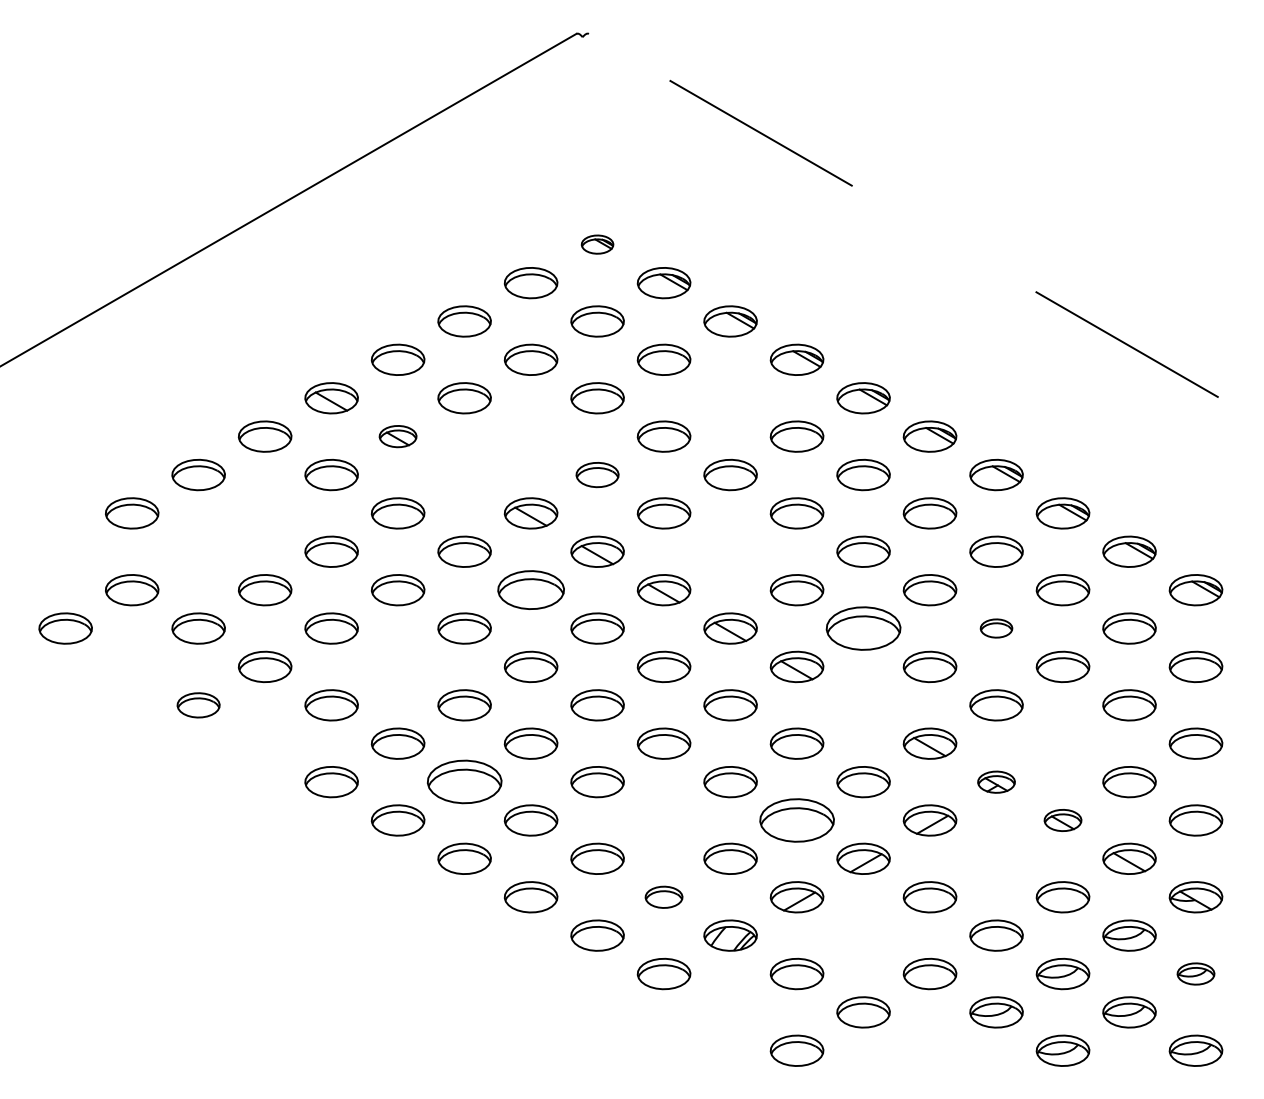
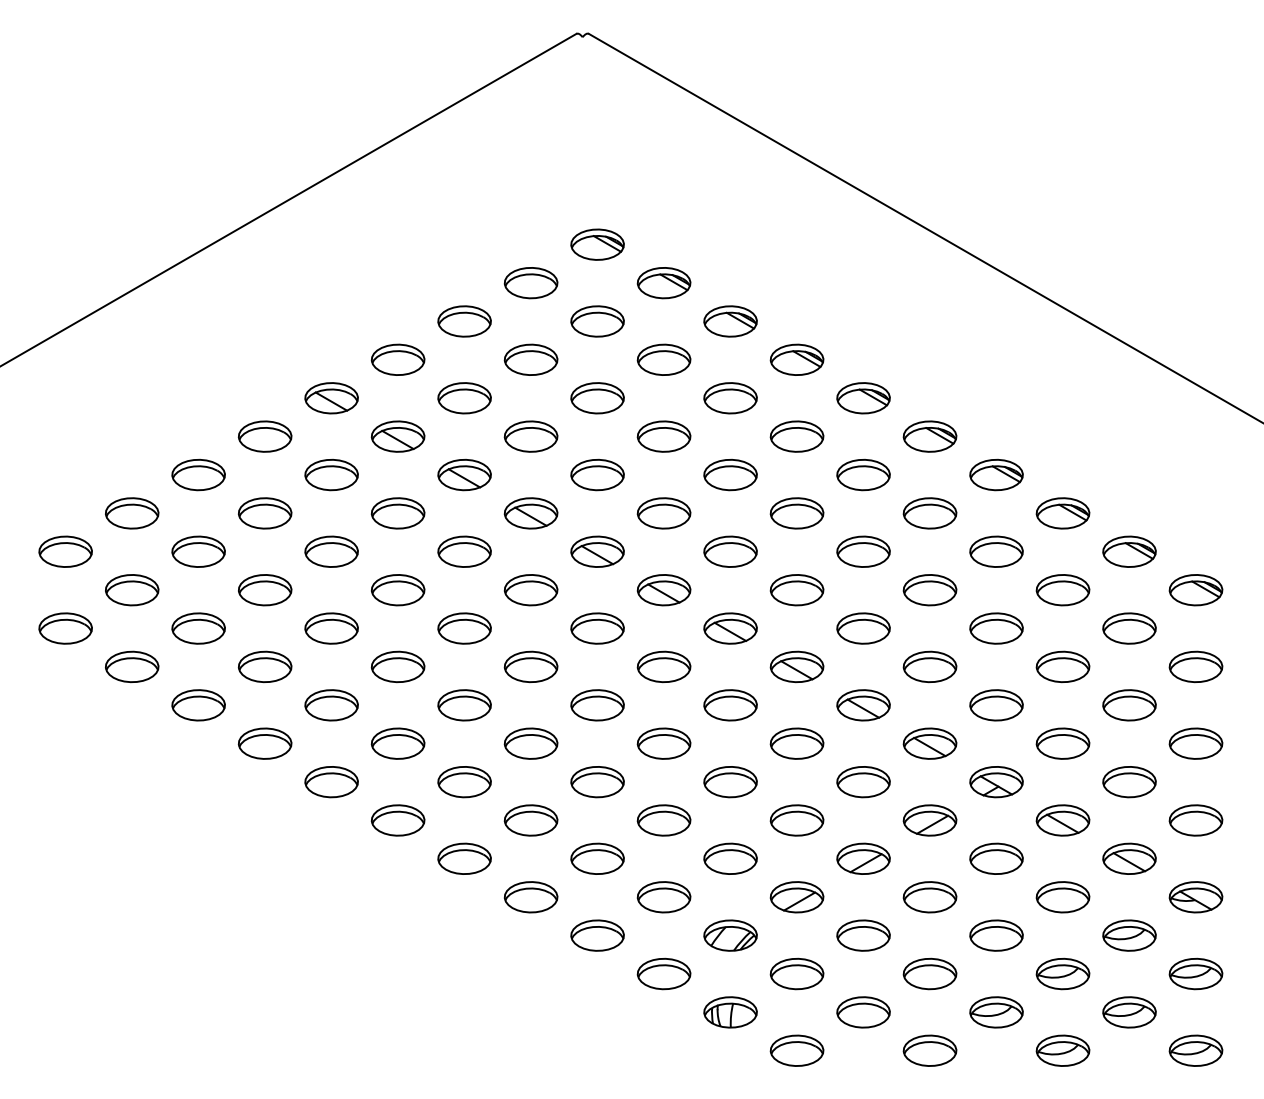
line at (925, 228): dashed -> solid
part at (597, 244) size: 35x21 px -> 55x33 px
part at (730, 398): none -> present
part at (397, 436) size: 40x24 px -> 56x33 px
part at (530, 436): none -> present
part at (464, 474): none -> present
part at (597, 475) size: 45x27 px -> 55x34 px
part at (265, 513): none -> present
part at (65, 551): none -> present
part at (198, 551): none -> present
part at (730, 551): none -> present
part at (530, 589) size: 68x40 px -> 56x33 px
part at (863, 628) size: 77x45 px -> 55x33 px
part at (996, 628) size: 35x21 px -> 55x33 px
part at (132, 666): none -> present
part at (397, 666): none -> present
part at (198, 705) size: 45x27 px -> 55x33 px
part at (863, 705): none -> present
part at (264, 743): none -> present
part at (1062, 743): none -> present
part at (464, 781) size: 76x46 px -> 55x33 px
part at (996, 781) size: 39x24 px -> 55x33 px
part at (663, 820): none -> present
part at (796, 820) size: 76x45 px -> 56x33 px
part at (1062, 820) size: 40x23 px -> 56x33 px
part at (996, 858): none -> present
part at (663, 896) size: 40x24 px -> 56x33 px
part at (863, 935): none -> present
part at (1195, 973) size: 40x24 px -> 56x34 px
part at (730, 1012): none -> present
part at (929, 1050): none -> present
